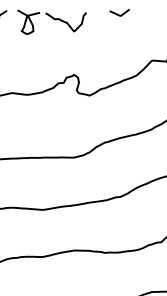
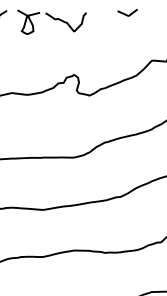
curve at (119, 14) position: (119, 14) -> (127, 14)
